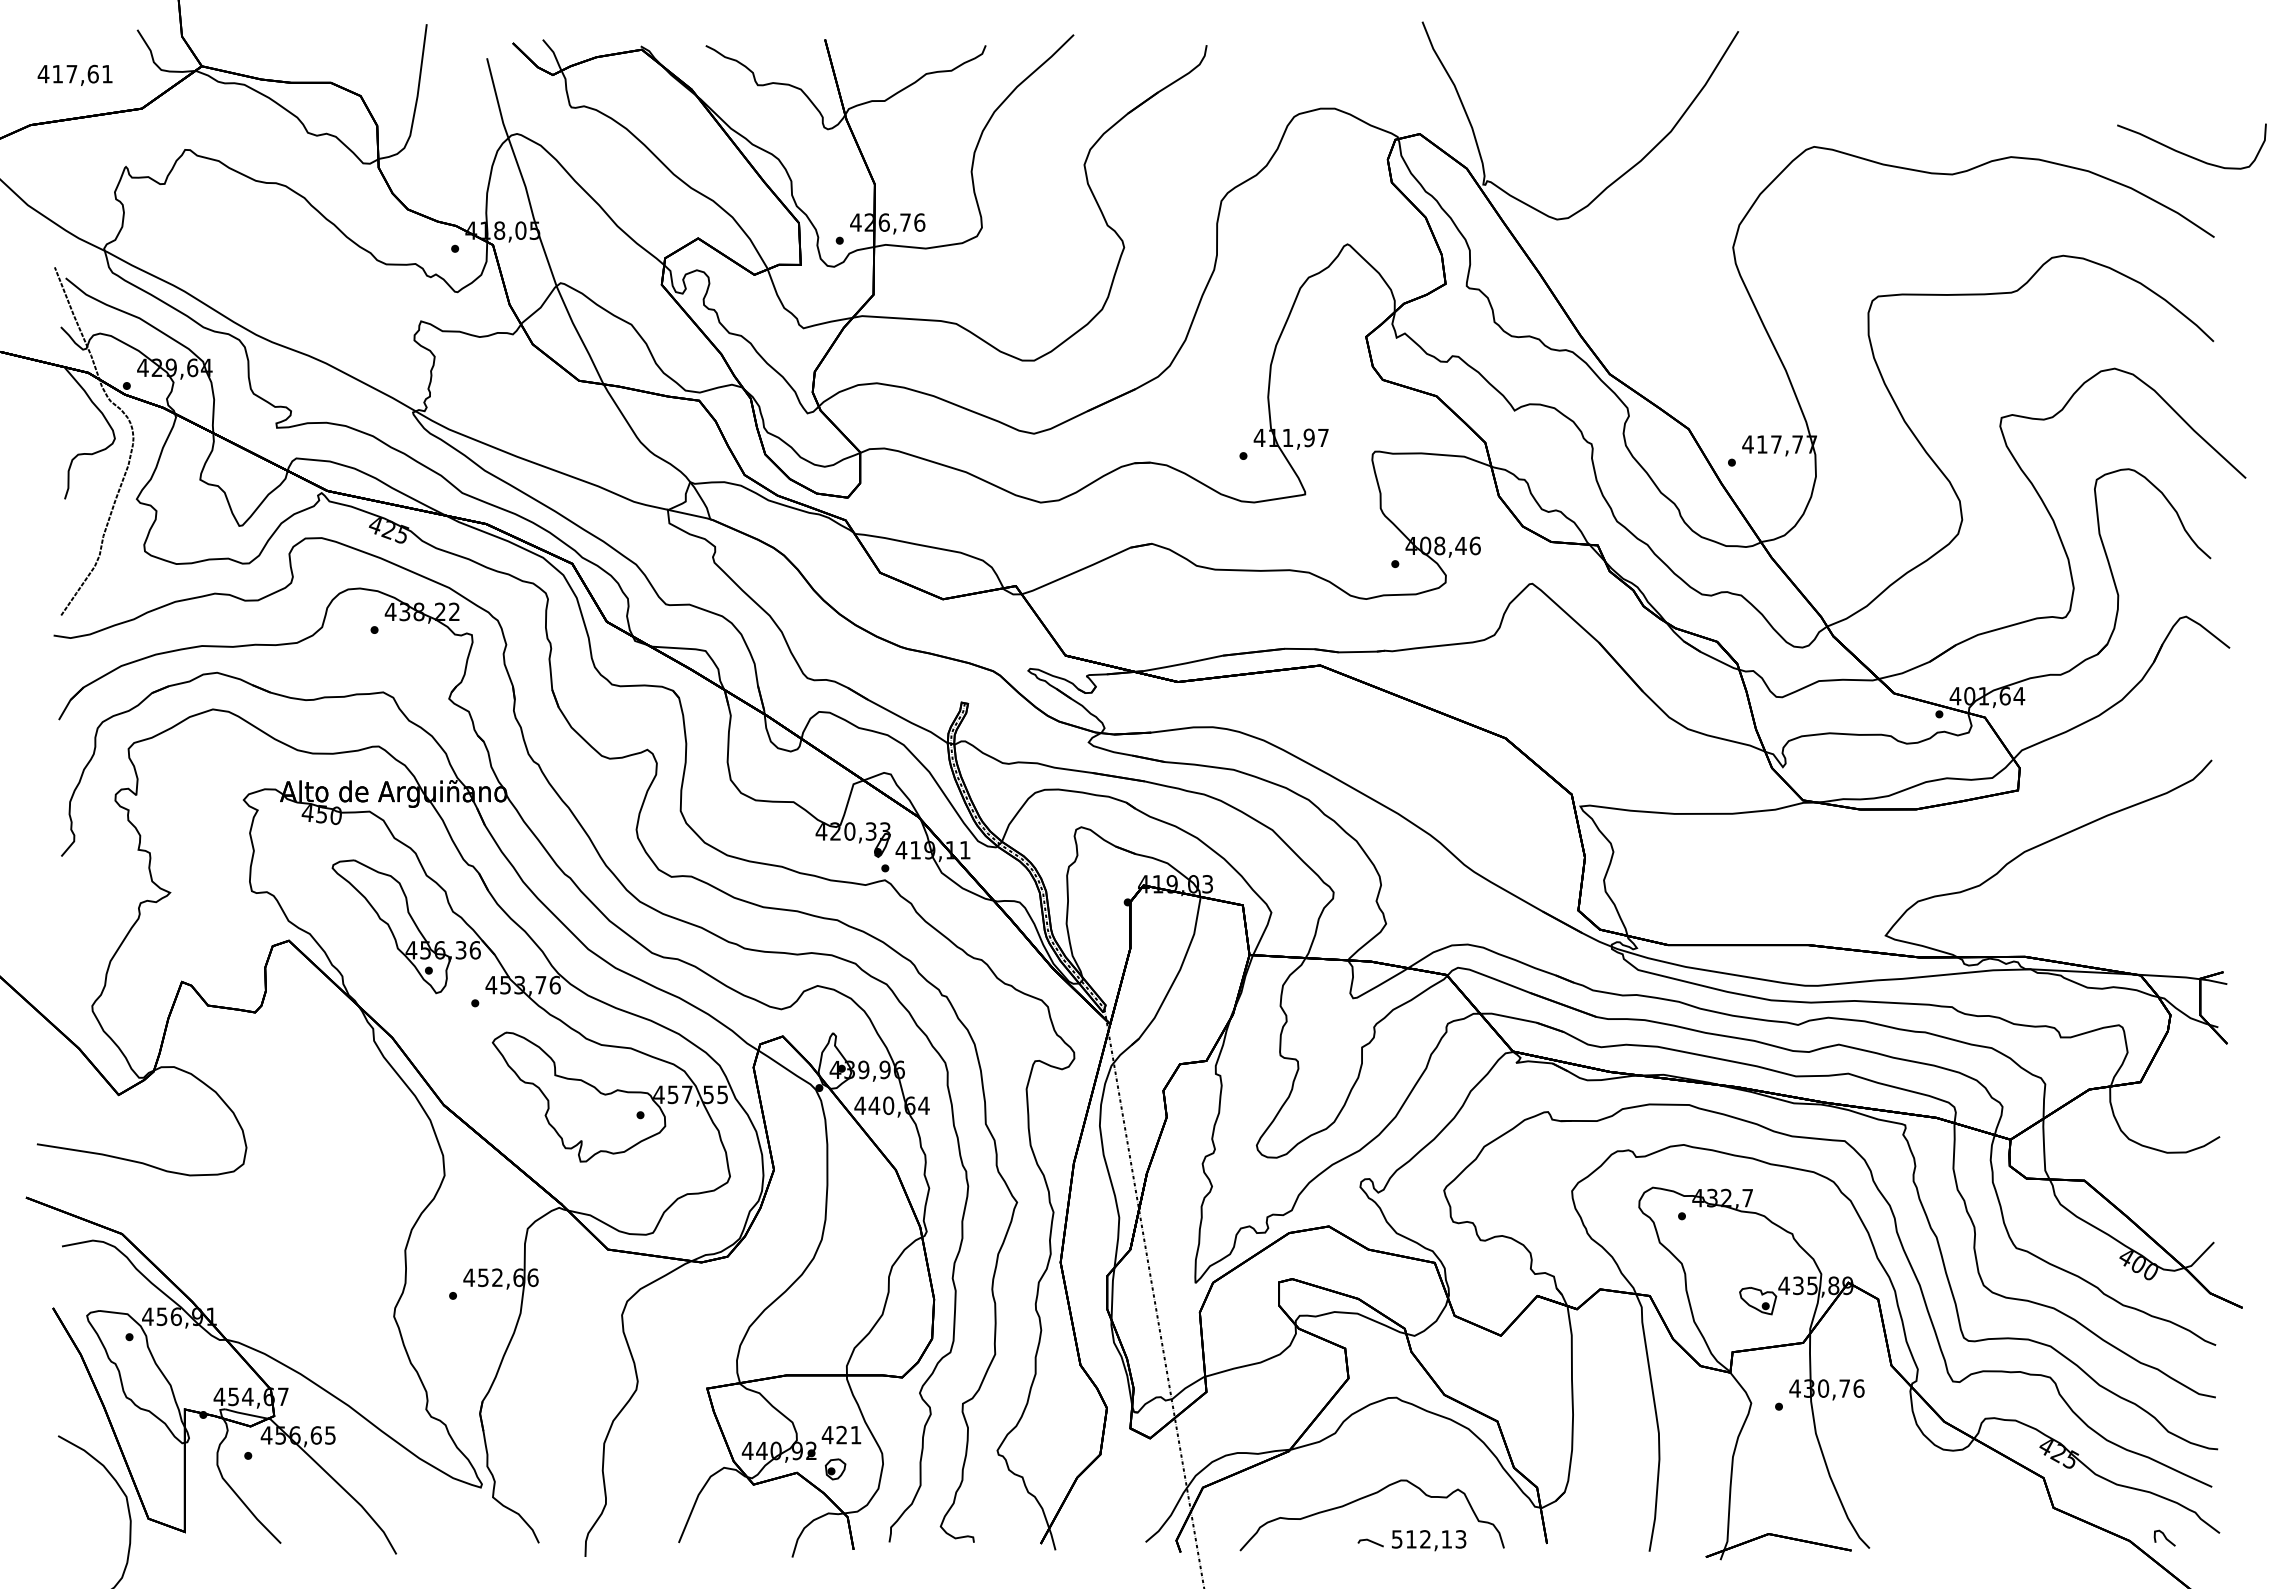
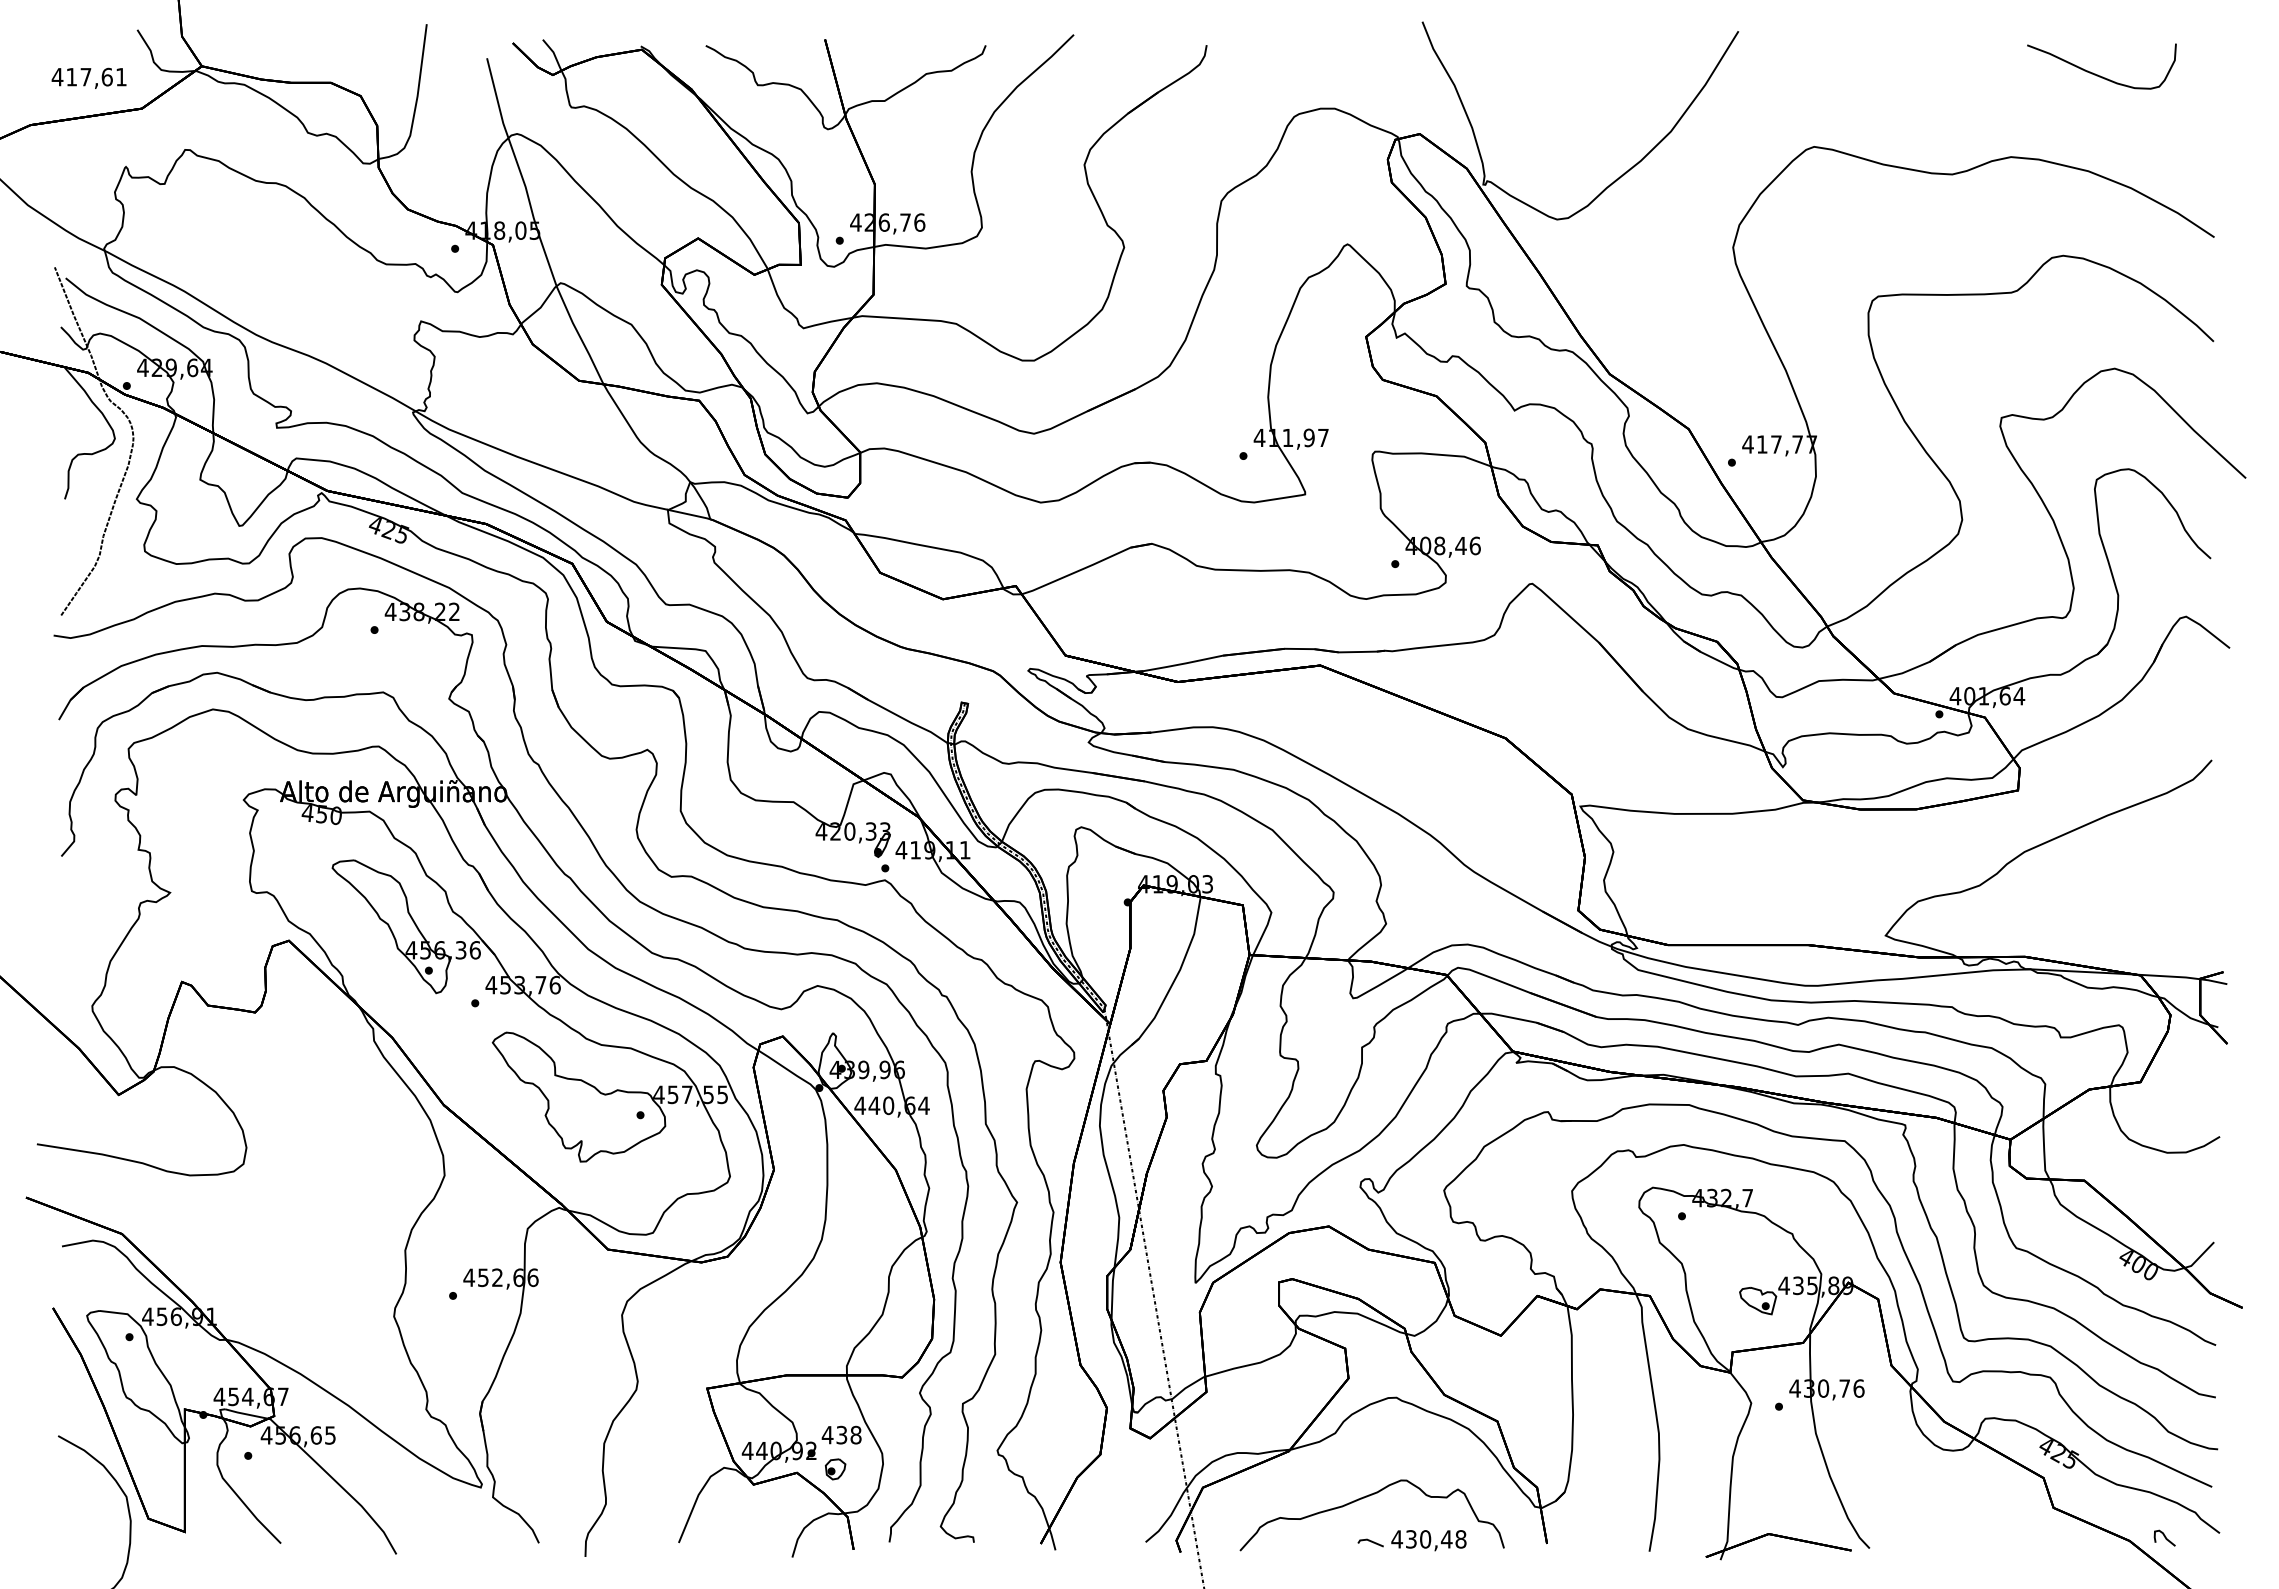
text at (74, 74) position: (74, 74) -> (88, 77)
curve at (2188, 154) position: (2188, 154) -> (2098, 74)
text at (848, 1434): 421 -> 438
text at (1428, 1539): 512,13 -> 430,48
